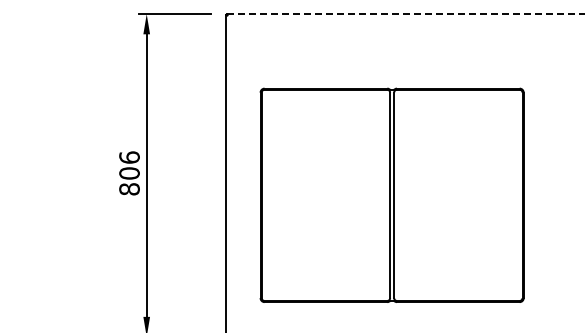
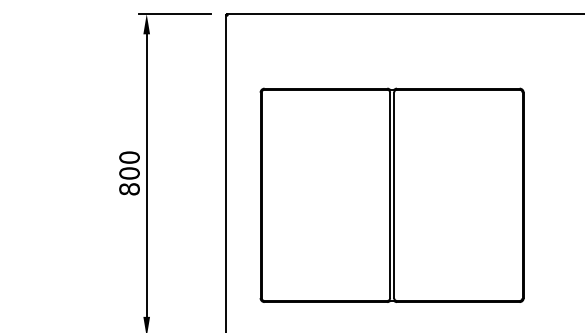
line at (406, 14): dashed -> solid
text at (129, 157): 806 -> 800
